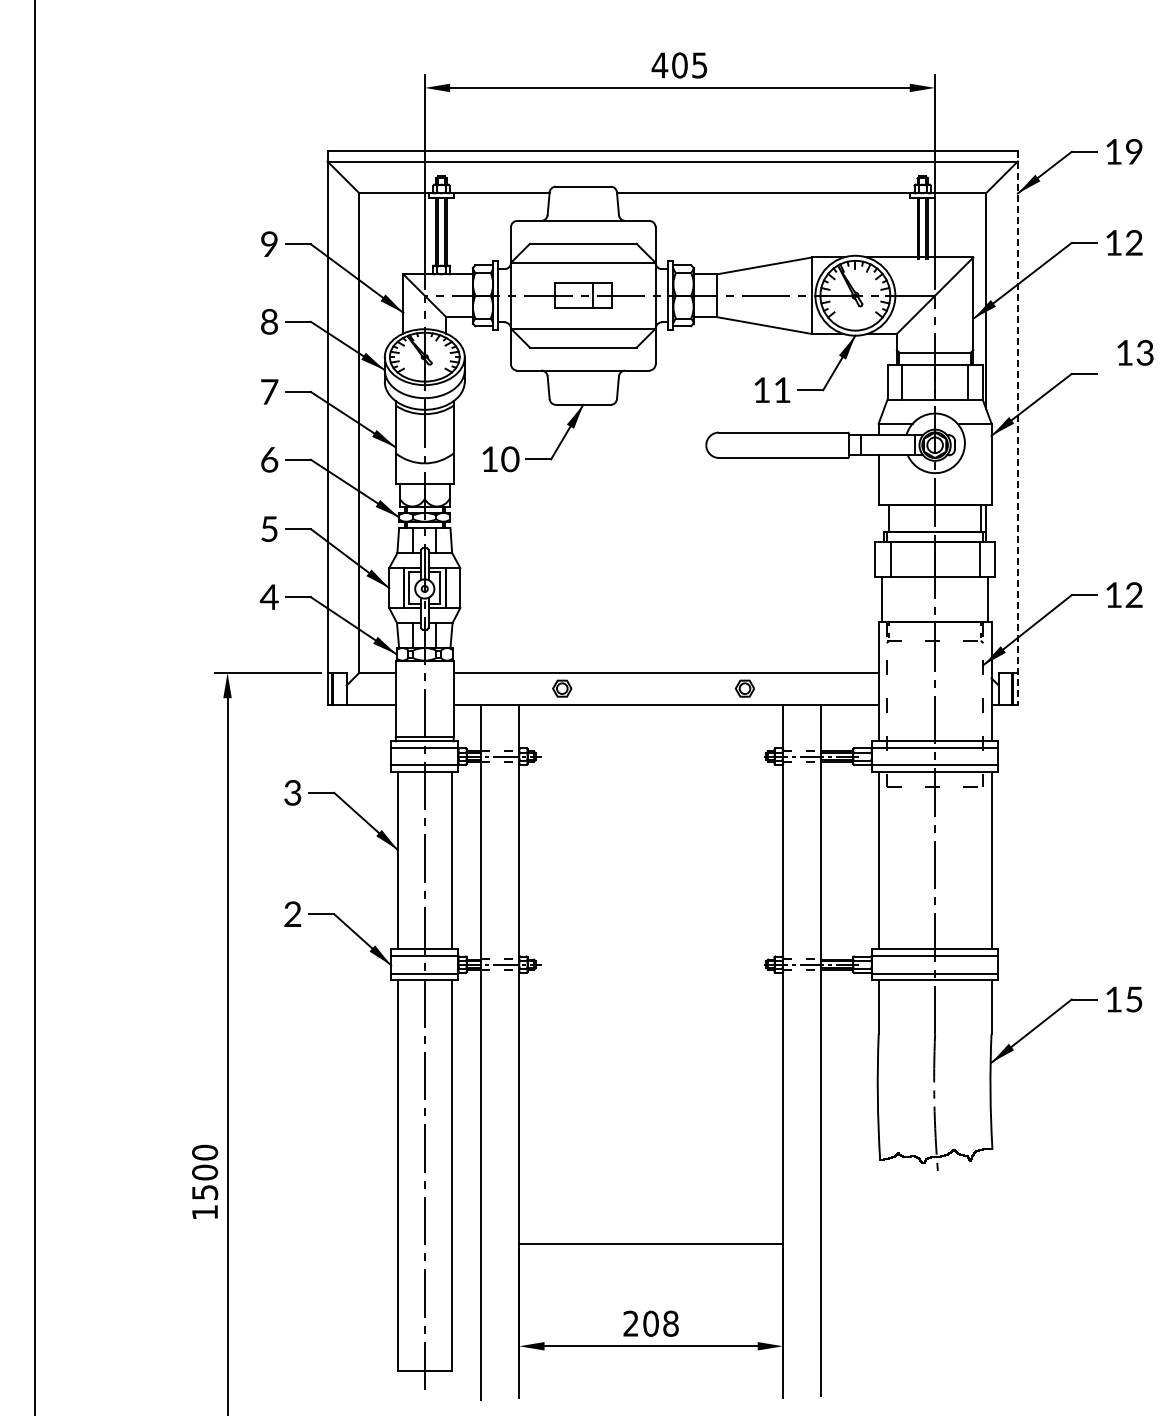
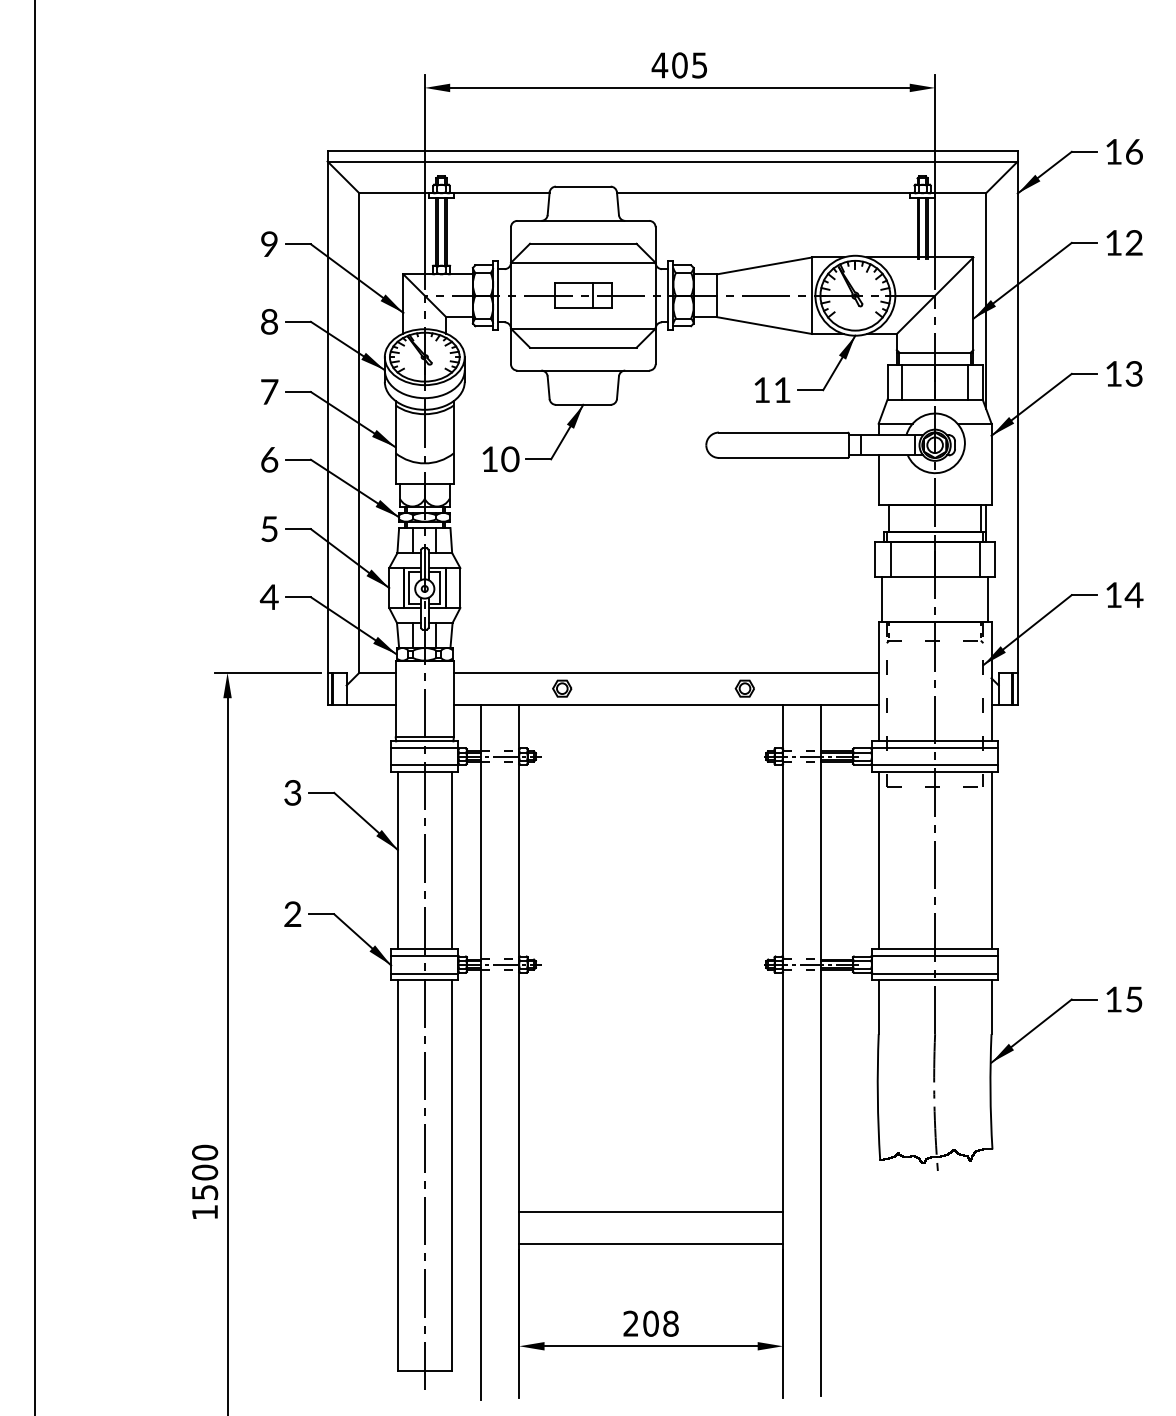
text at (1134, 151): 19 -> 16
text at (1135, 352) position: (1135, 352) -> (1124, 373)
line at (1017, 427): dashed -> solid
text at (1133, 594): 12 -> 14
line at (651, 1212): none -> present
